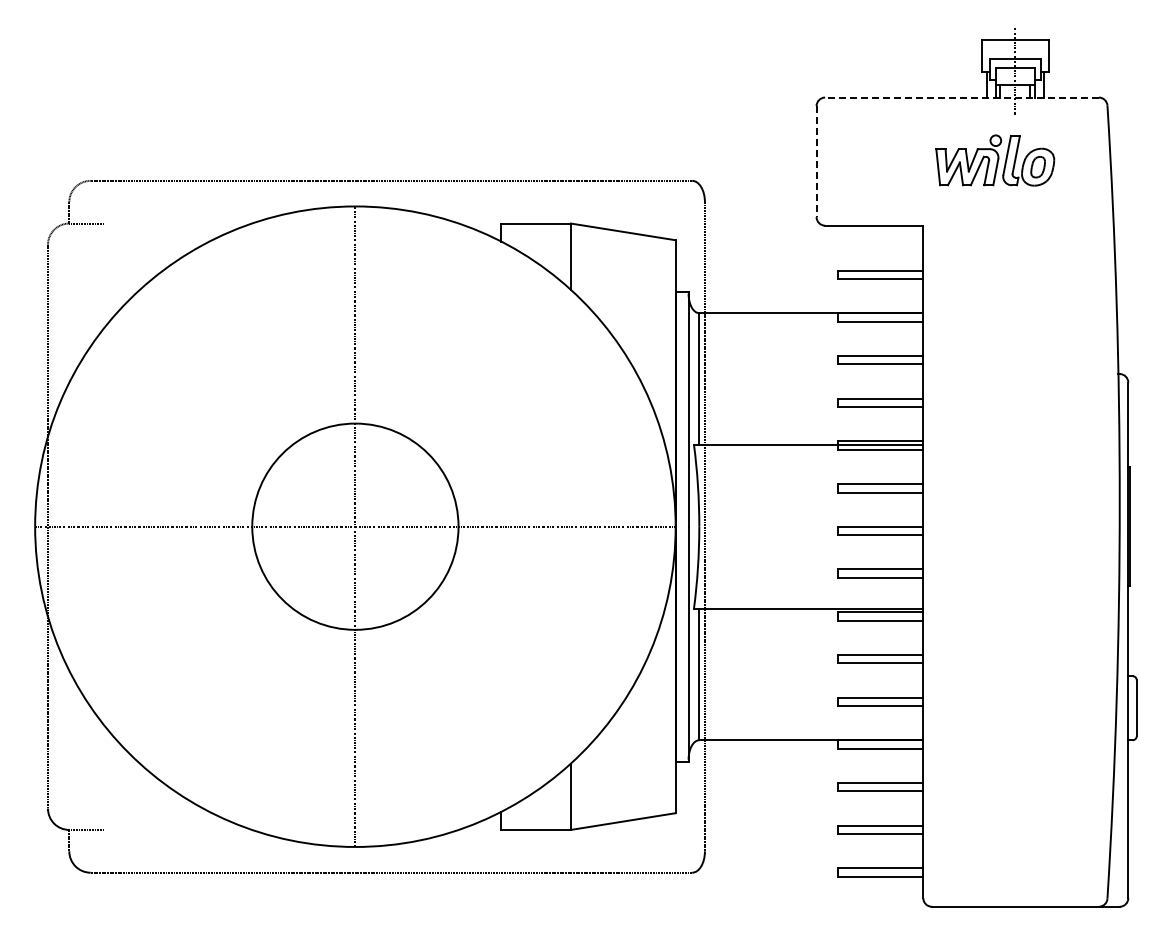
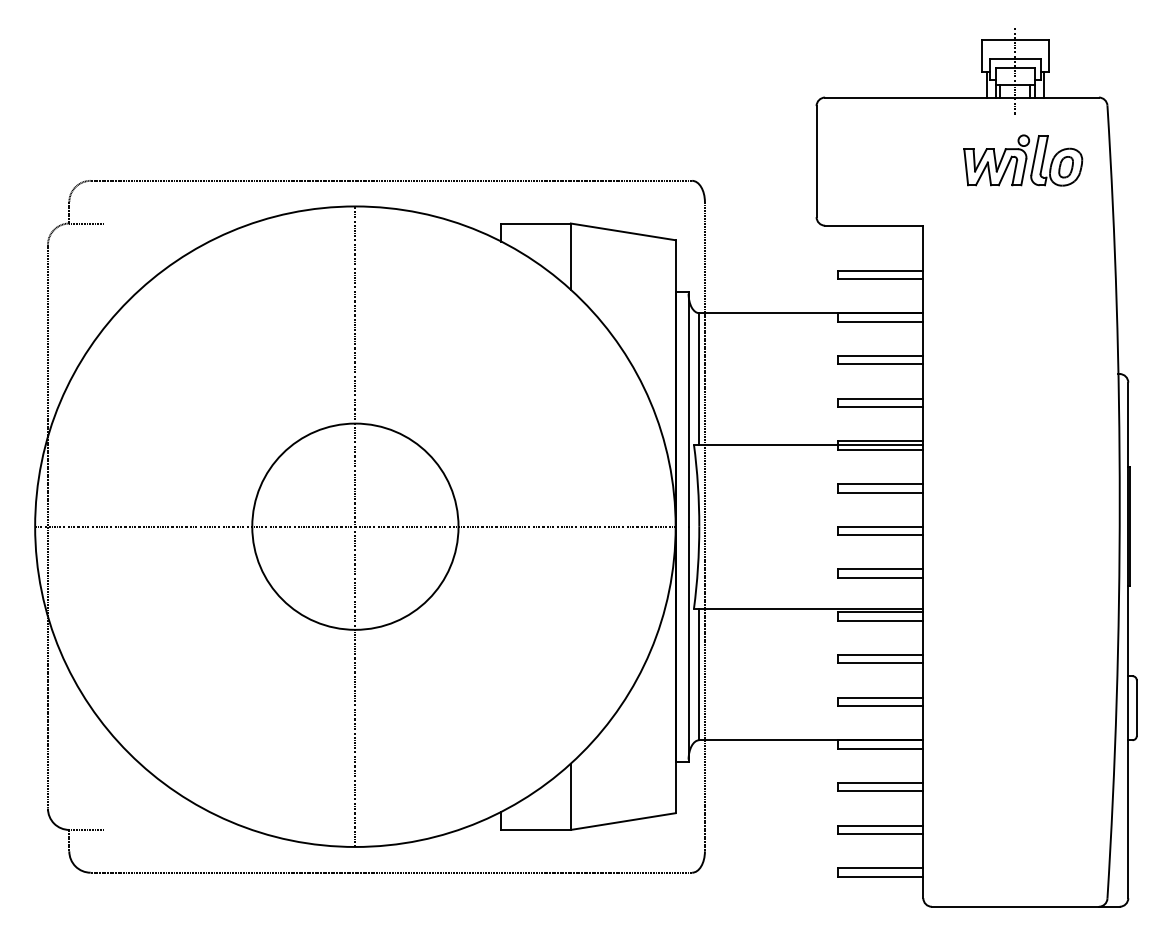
line at (962, 97): dashed -> solid
part at (995, 160) position: (995, 160) -> (1023, 160)
line at (816, 161): dashed -> solid
